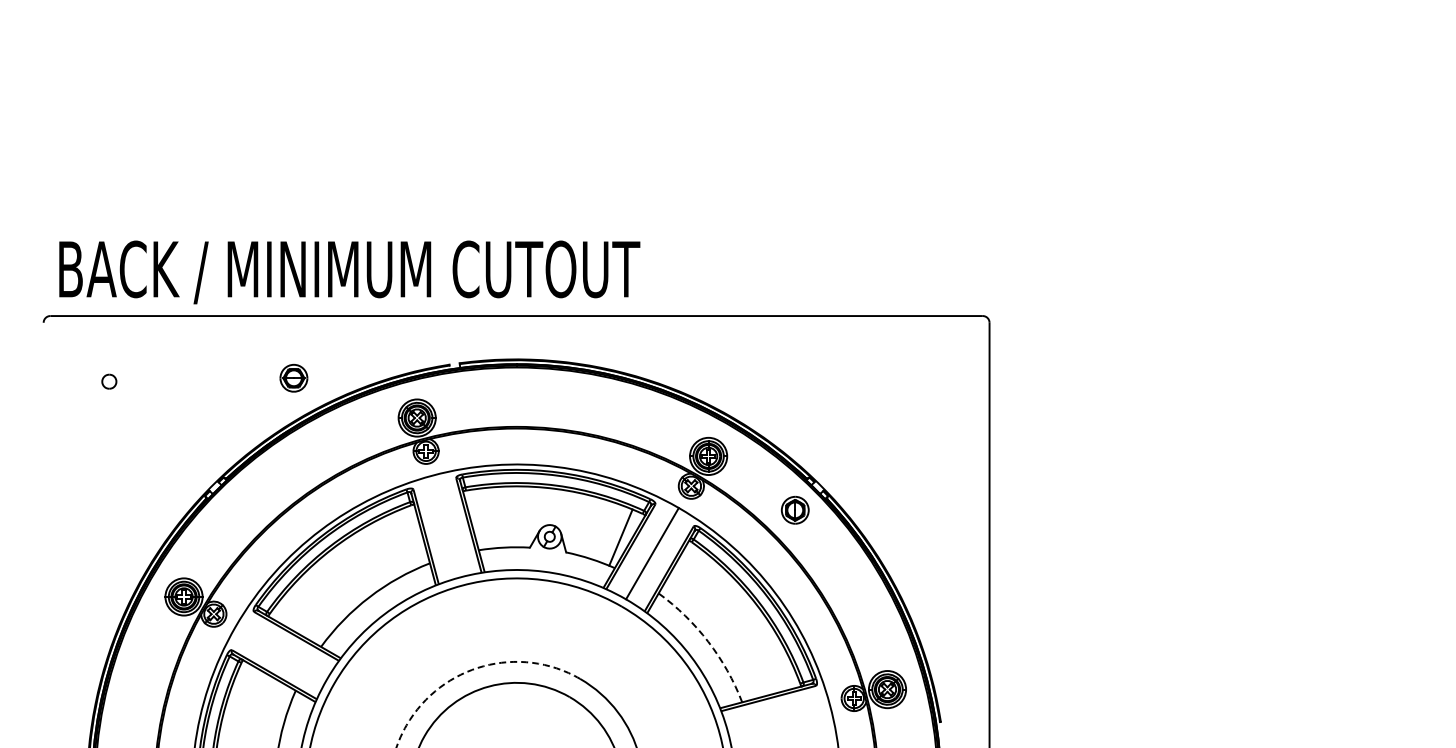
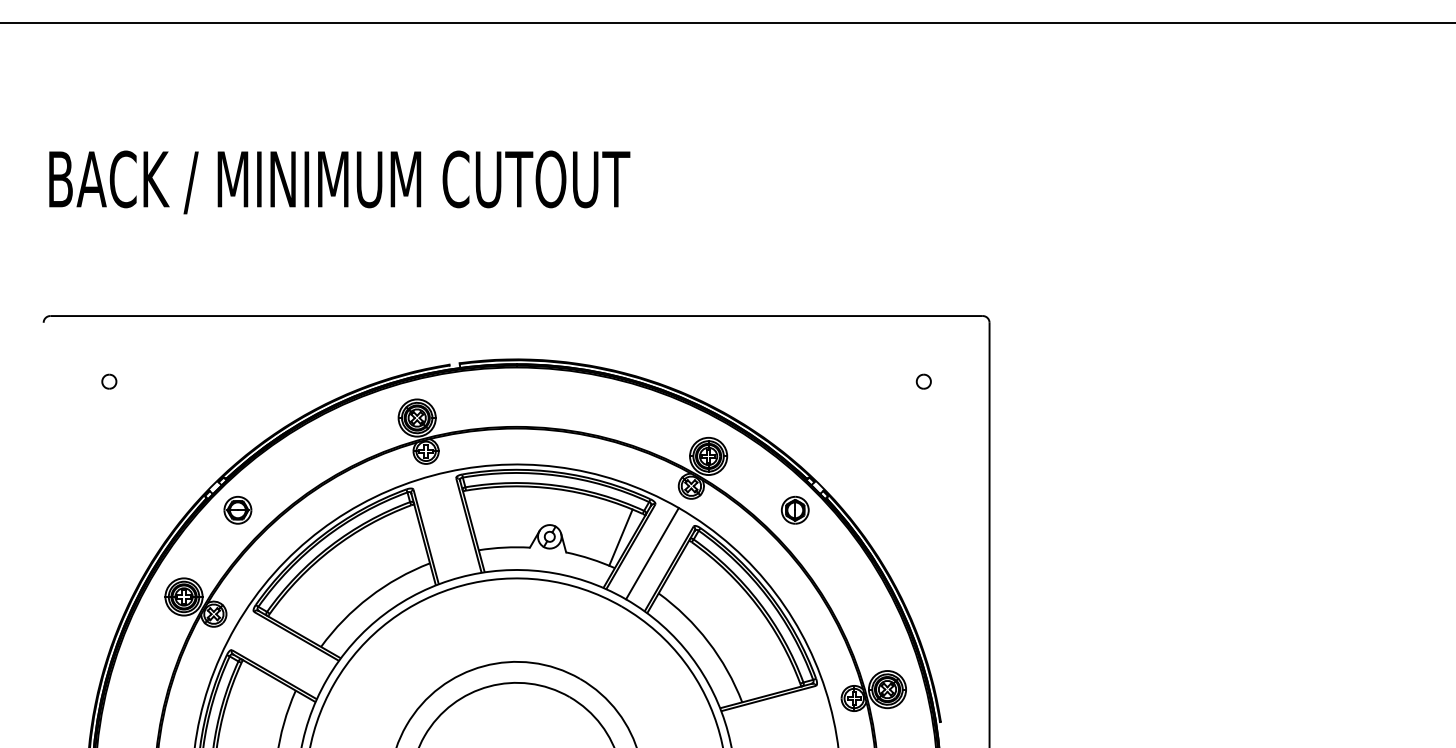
line at (727, 22): none -> present
text at (349, 272) position: (349, 272) -> (339, 182)
part at (293, 378) position: (293, 378) -> (237, 510)
part at (923, 381): none -> present
arc at (708, 641): dashed -> solid
arc at (472, 669): dashed -> solid
